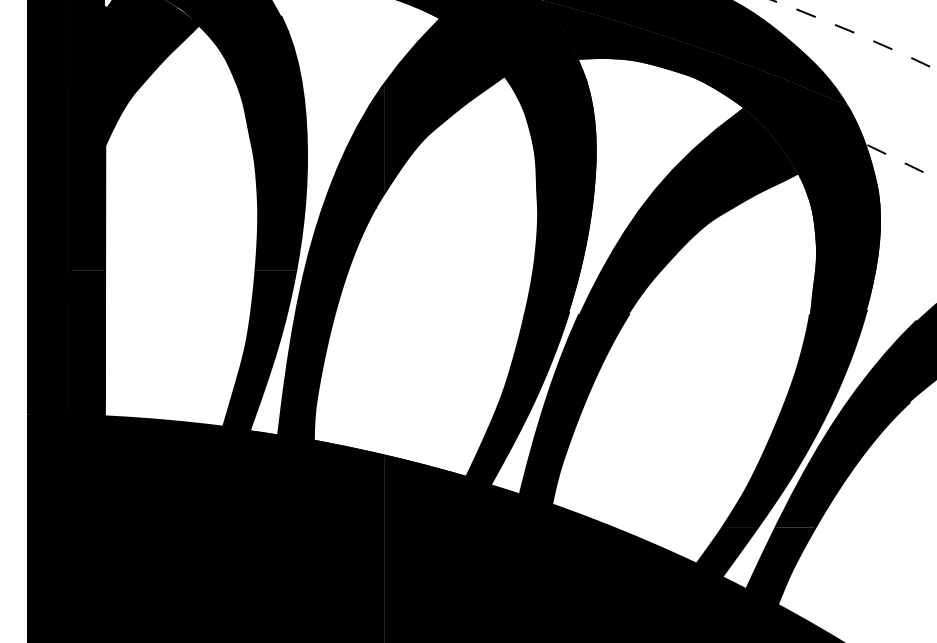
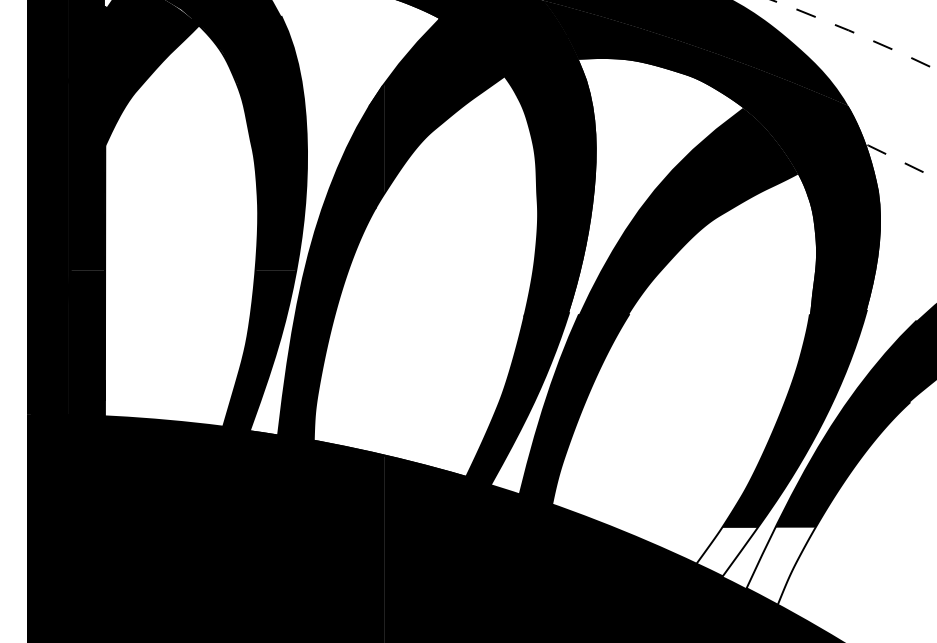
fill at (726, 551): present -> none
fill at (780, 565): present -> none
